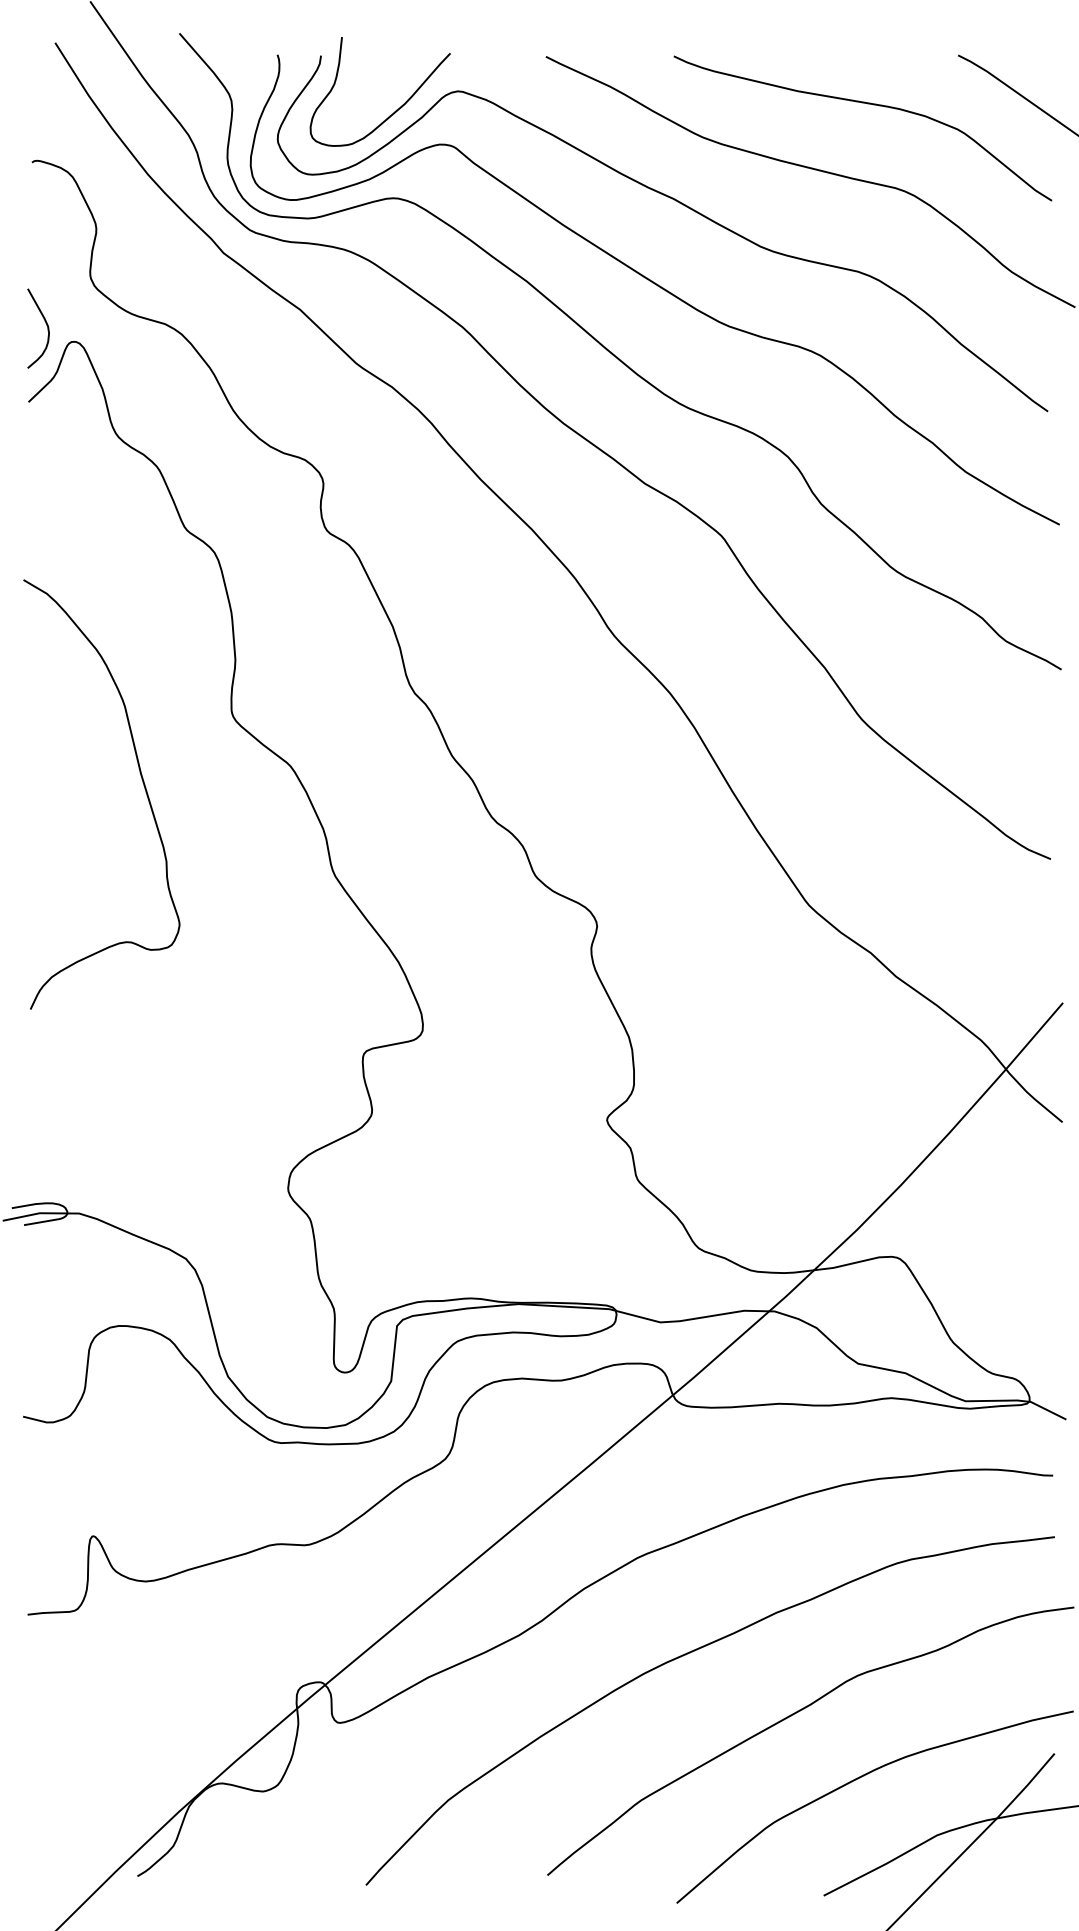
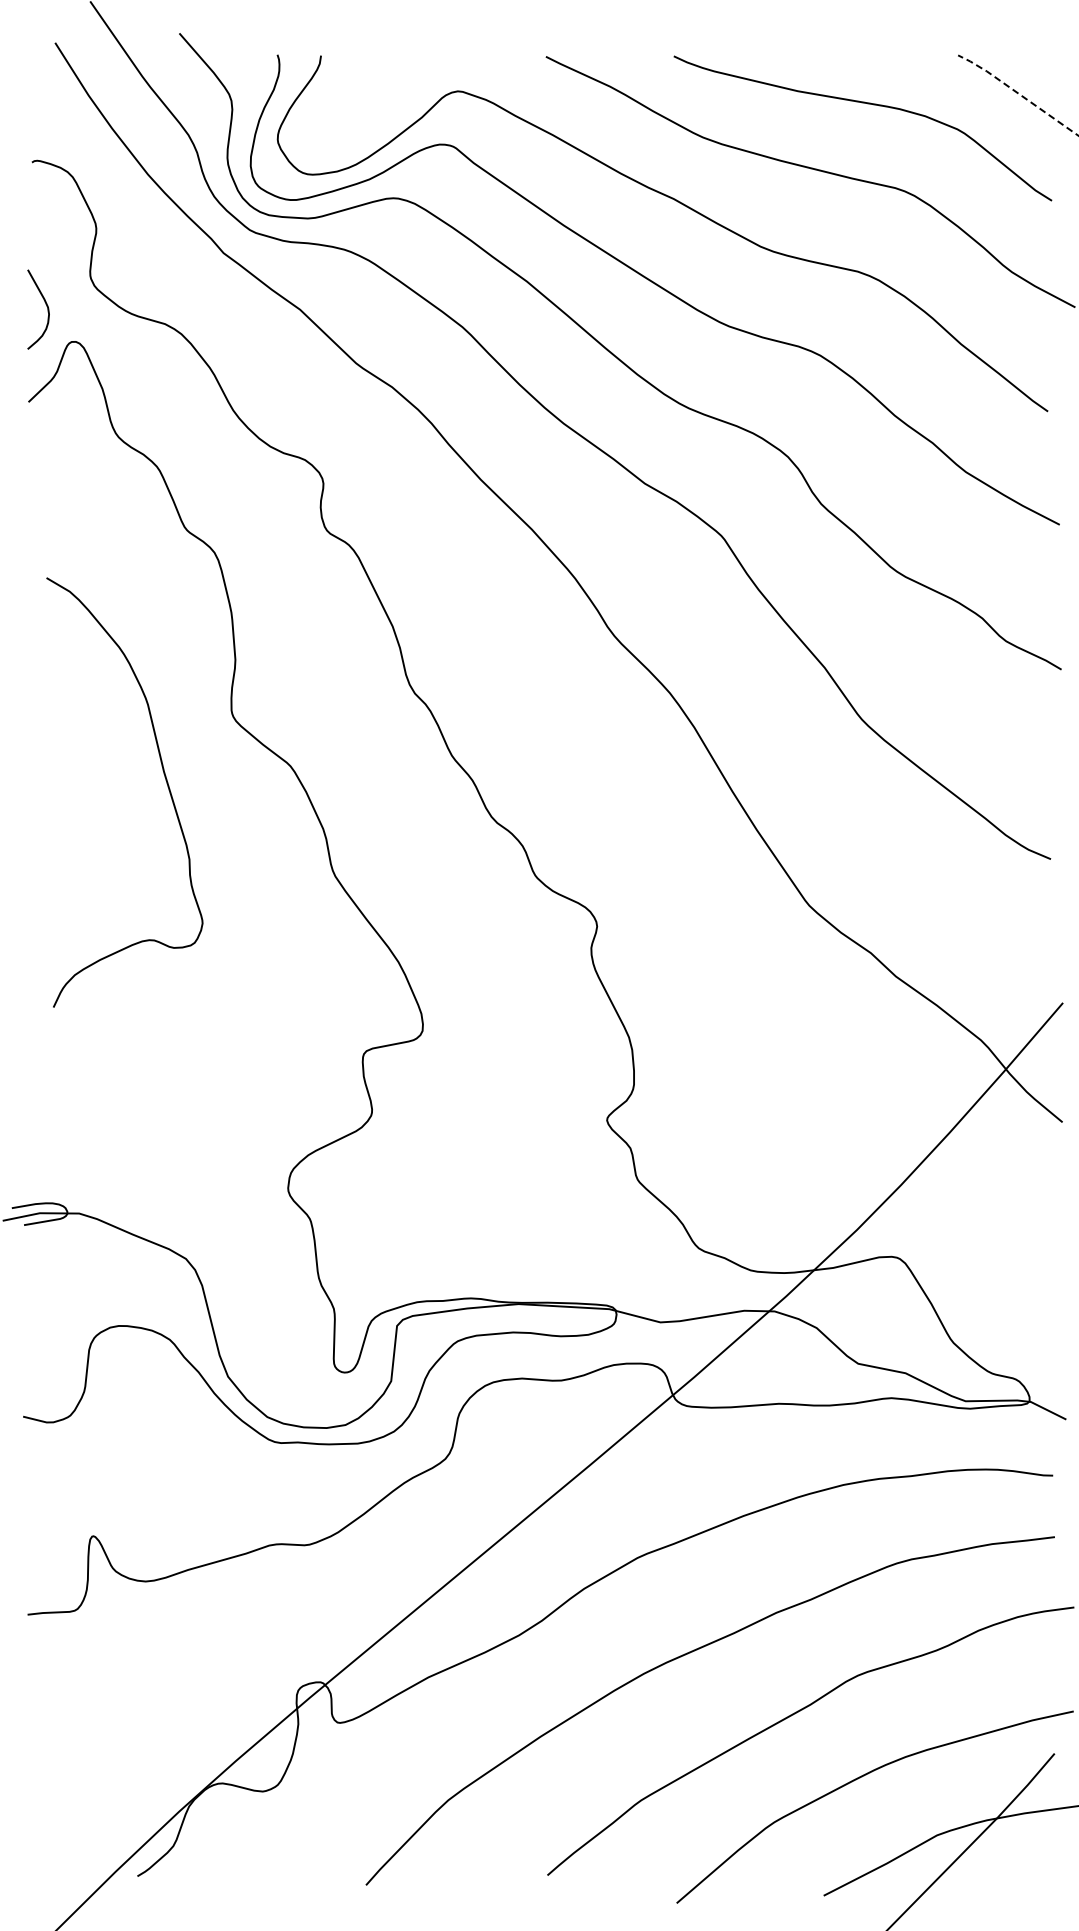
line at (1017, 93): solid -> dashed
curve at (396, 109): present -> none
curve at (46, 325) position: (46, 325) -> (46, 306)
curve at (141, 779) position: (141, 779) -> (164, 777)
